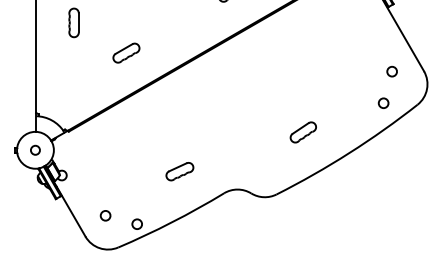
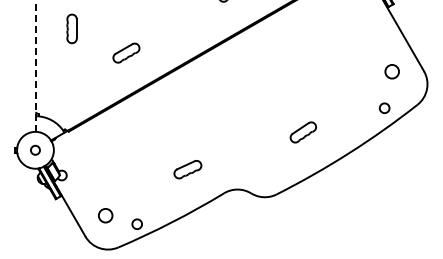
part at (73, 22) position: (73, 22) -> (71, 28)
line at (36, 65): solid -> dashed
circle at (391, 71) size: 12x13 px -> 16x16 px
circle at (383, 102) position: (383, 102) -> (384, 107)
part at (179, 171) position: (179, 171) -> (187, 169)
circle at (105, 215) size: 13x12 px -> 16x16 px
